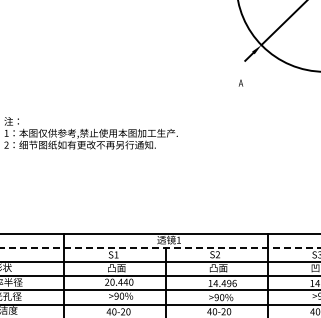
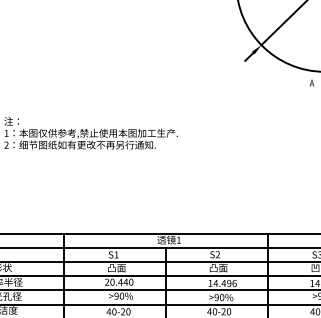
text at (240, 82) position: (240, 82) -> (311, 82)
line at (160, 247): dashed -> solid
